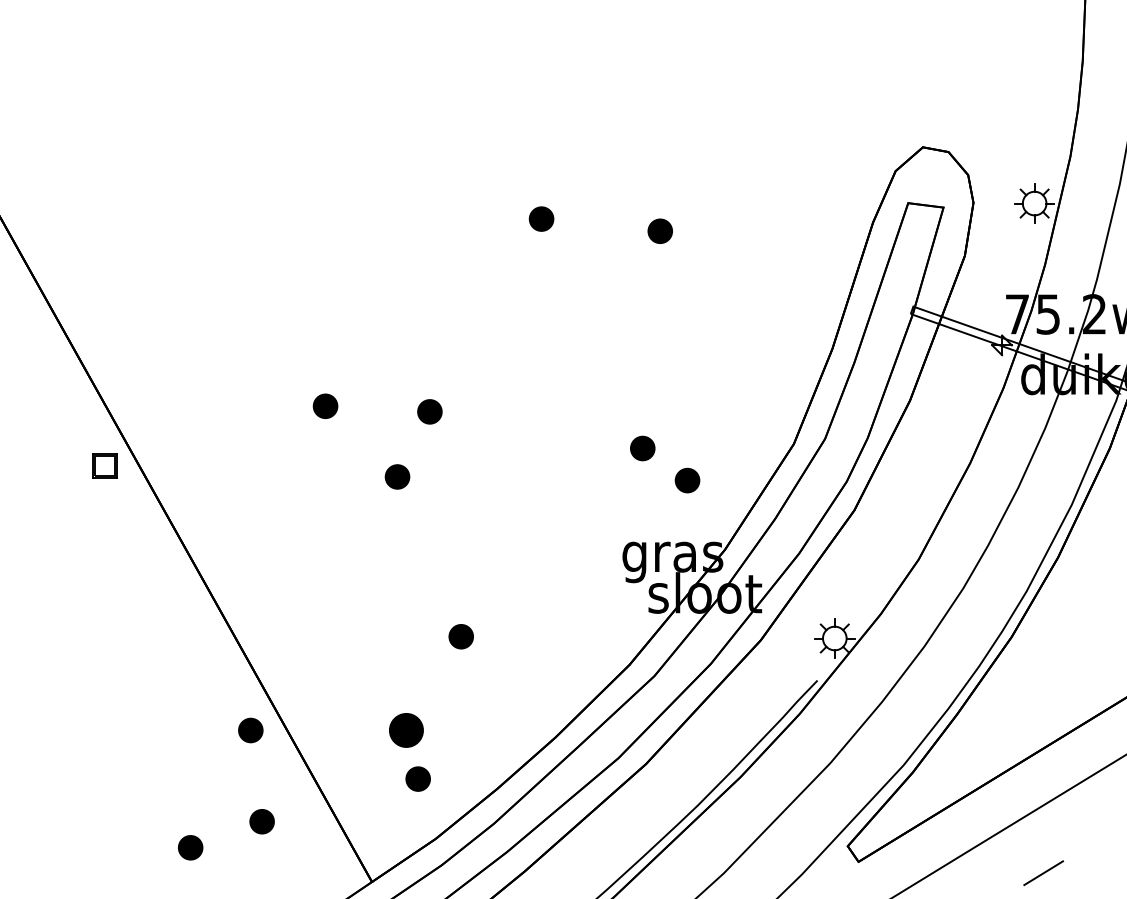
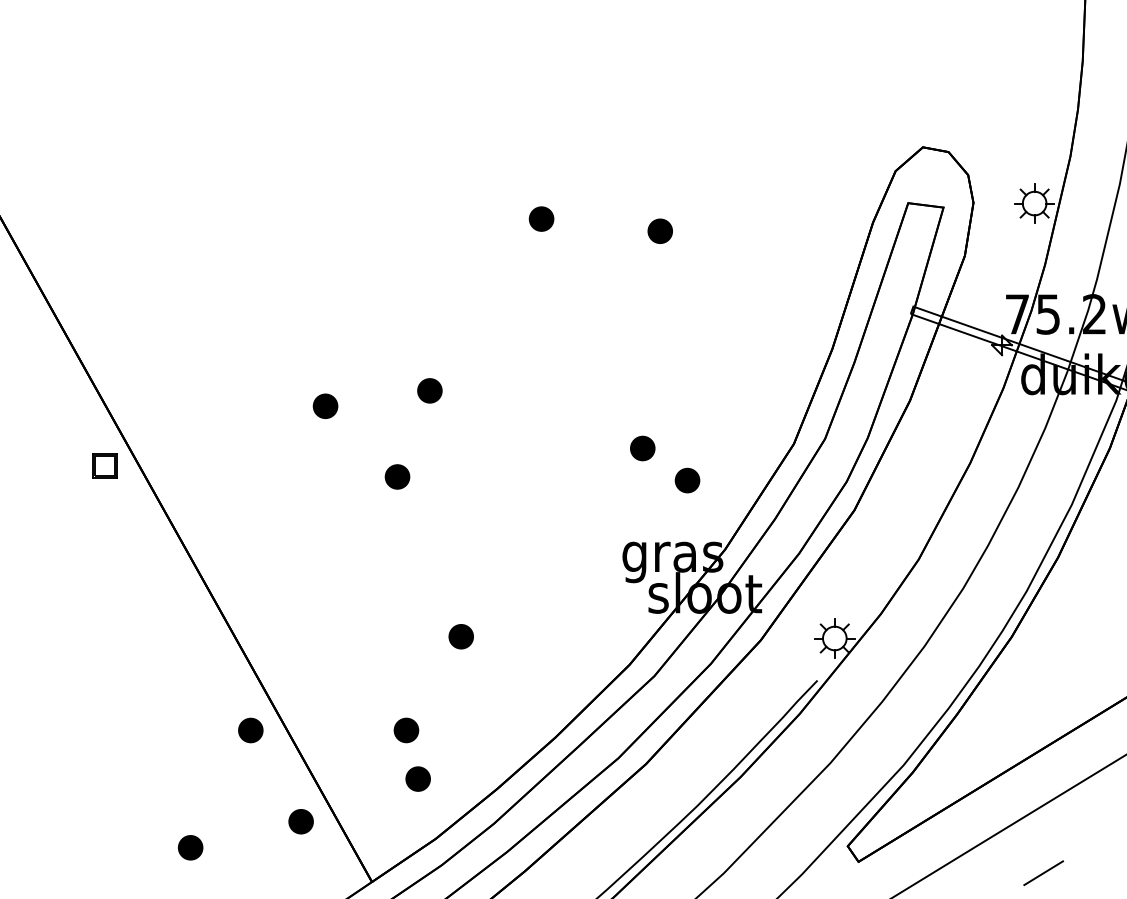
part at (429, 411) position: (429, 411) -> (429, 390)
part at (406, 730) size: 35x35 px -> 27x27 px
part at (261, 821) position: (261, 821) -> (300, 821)
